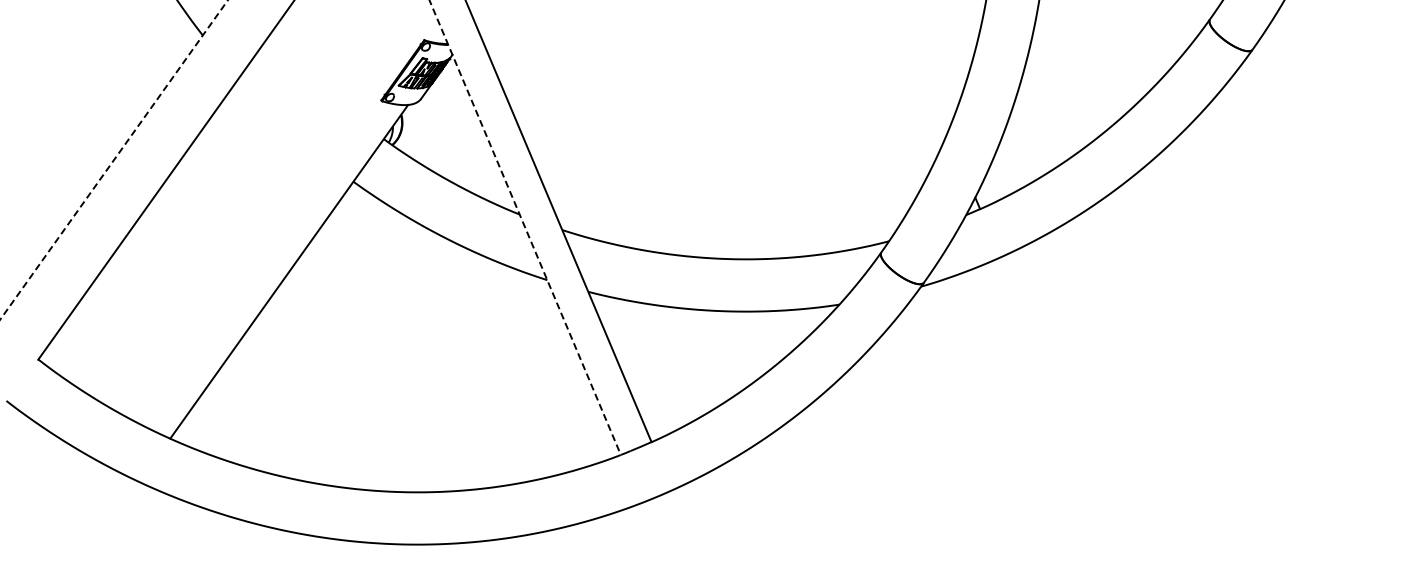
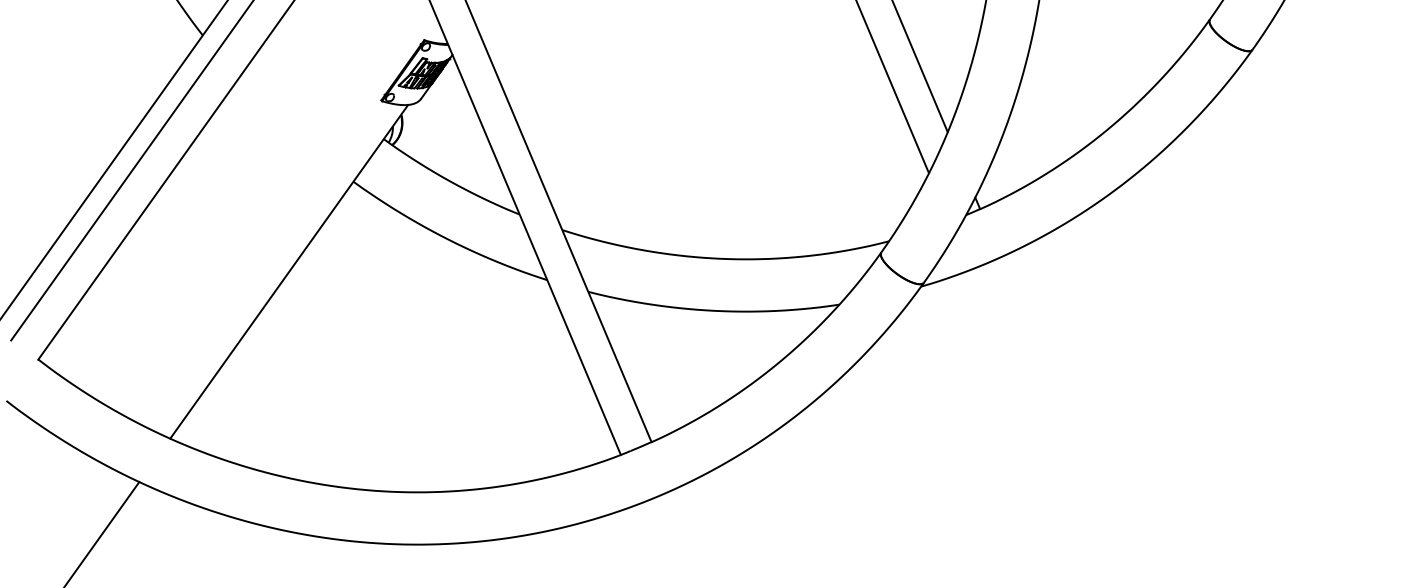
line at (920, 67): none -> present
line at (892, 87): none -> present
line at (113, 160): dashed -> solid
line at (131, 171): none -> present
line at (525, 227): dashed -> solid
line at (102, 533): none -> present
